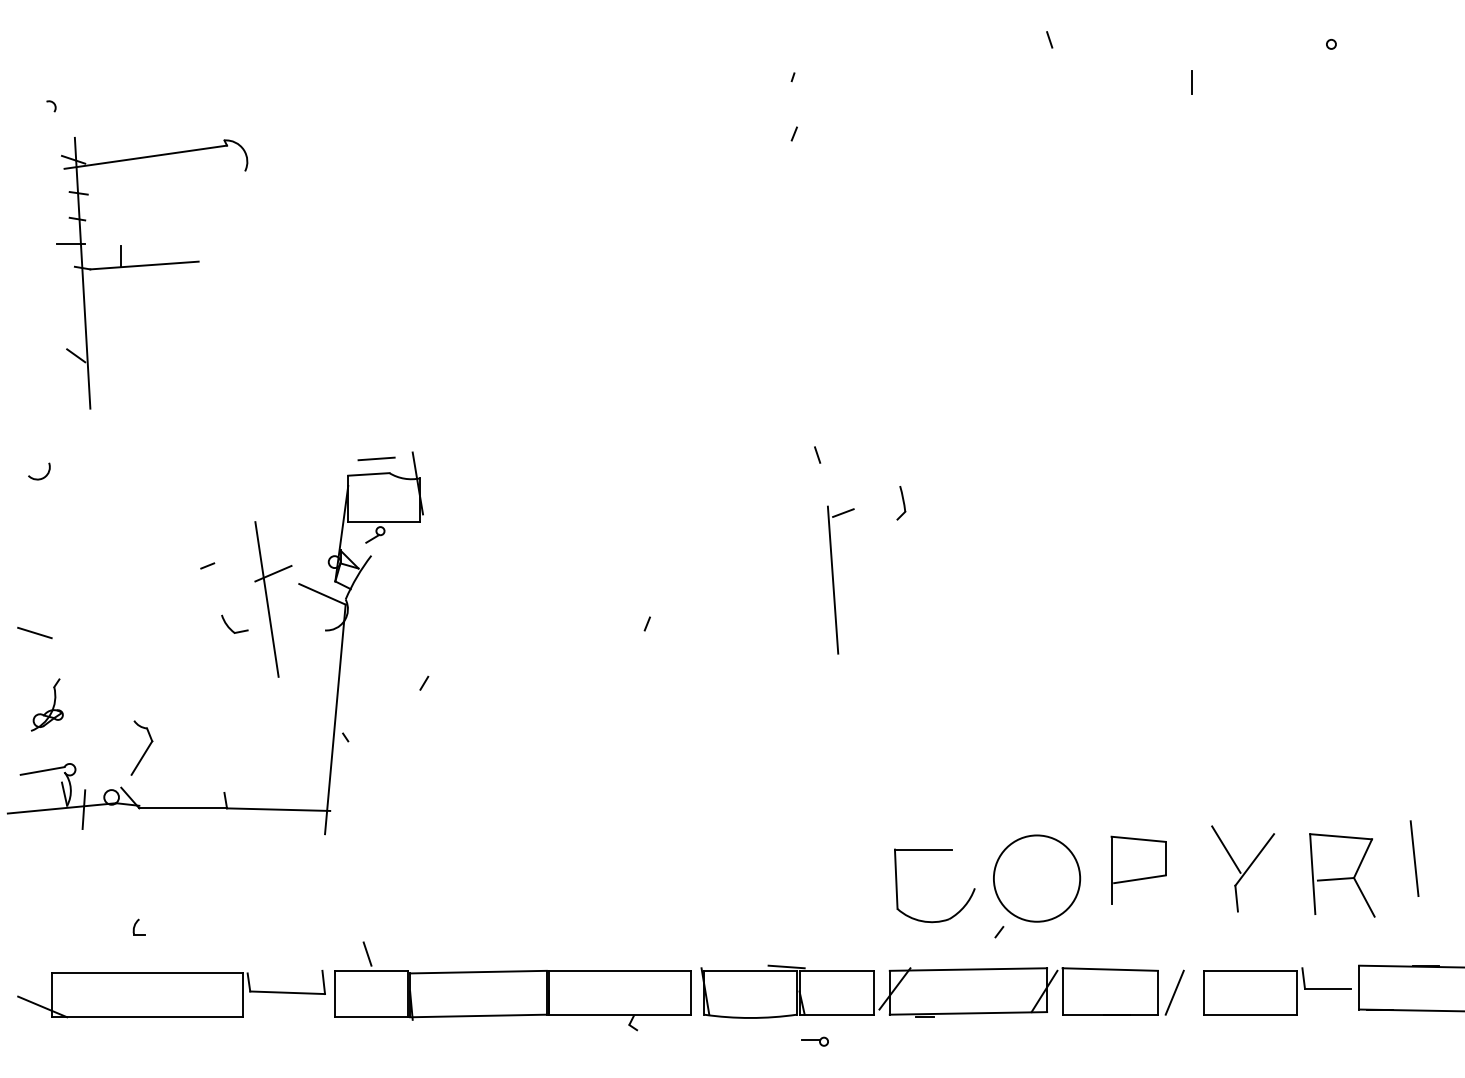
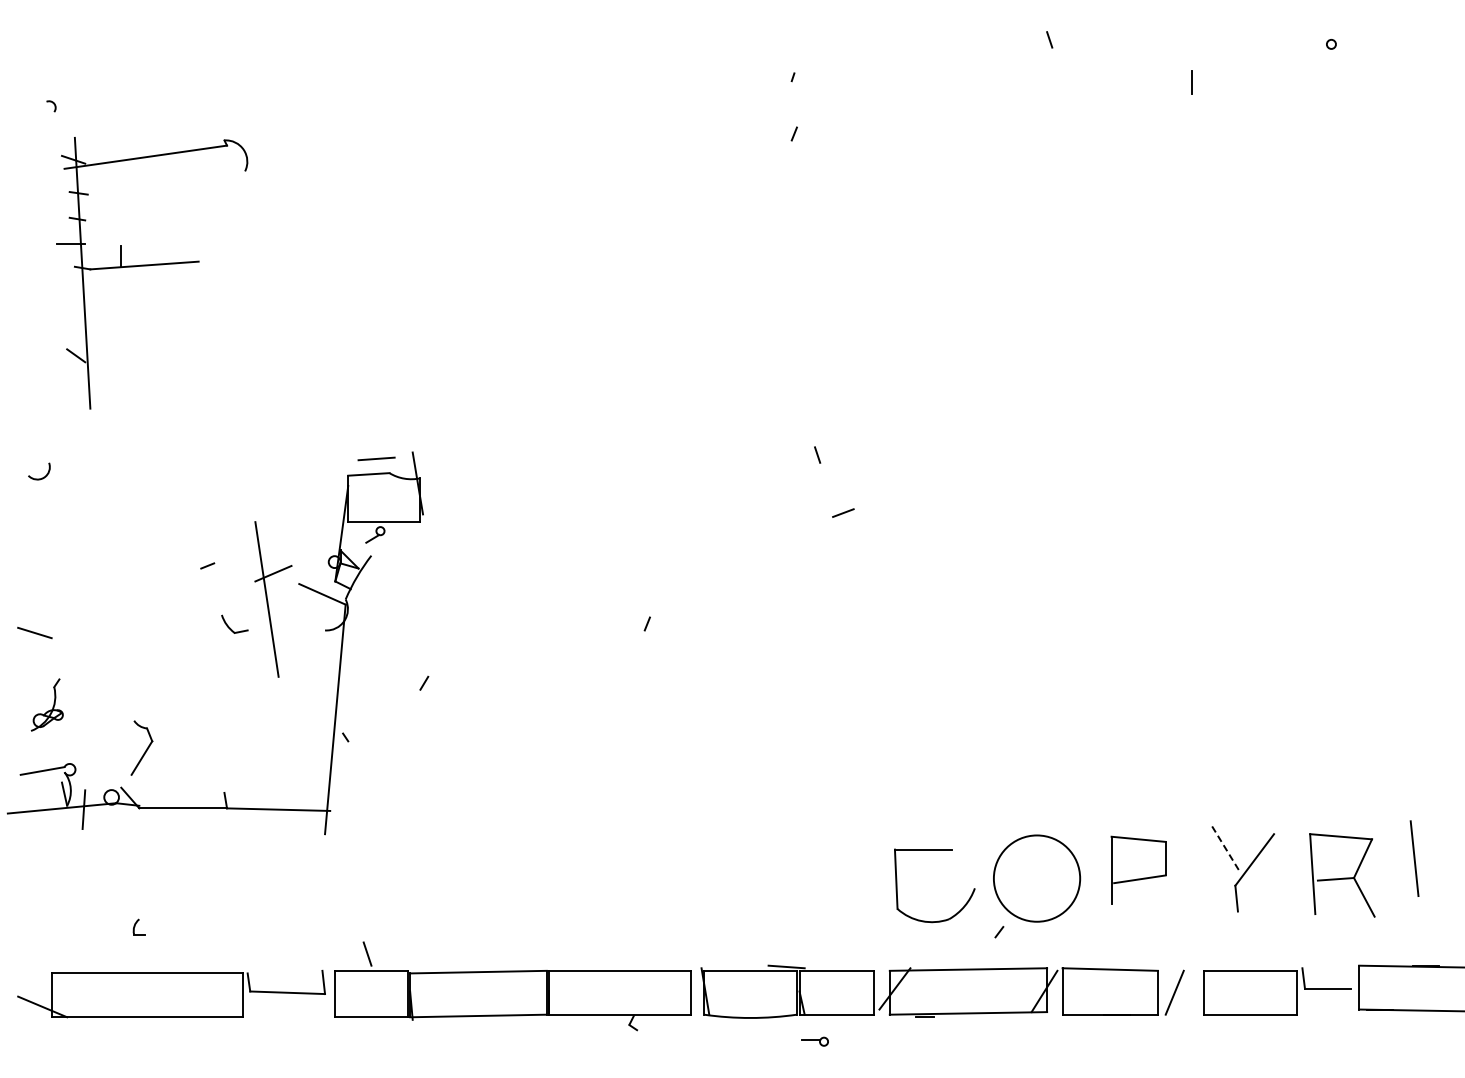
part at (901, 503): present -> none
line at (832, 579): present -> none
line at (1226, 850): solid -> dashed
